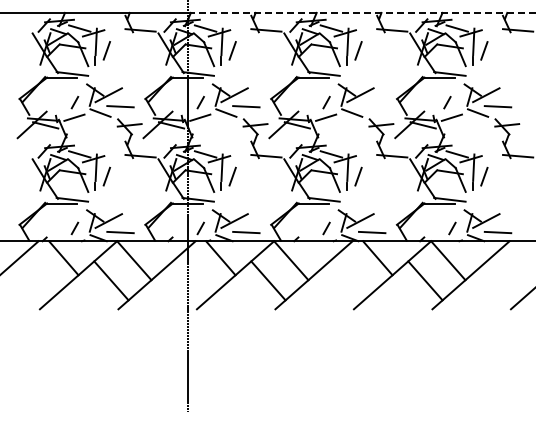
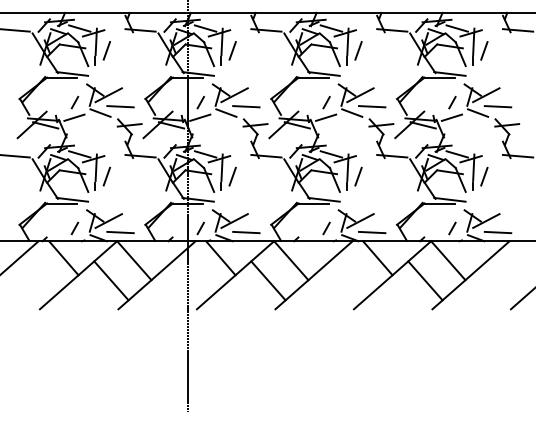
line at (362, 12): dashed -> solid
line at (15, 30): none -> present
line at (447, 102) position: (447, 102) -> (452, 102)
line at (372, 106): none -> present
line at (15, 156): none -> present
